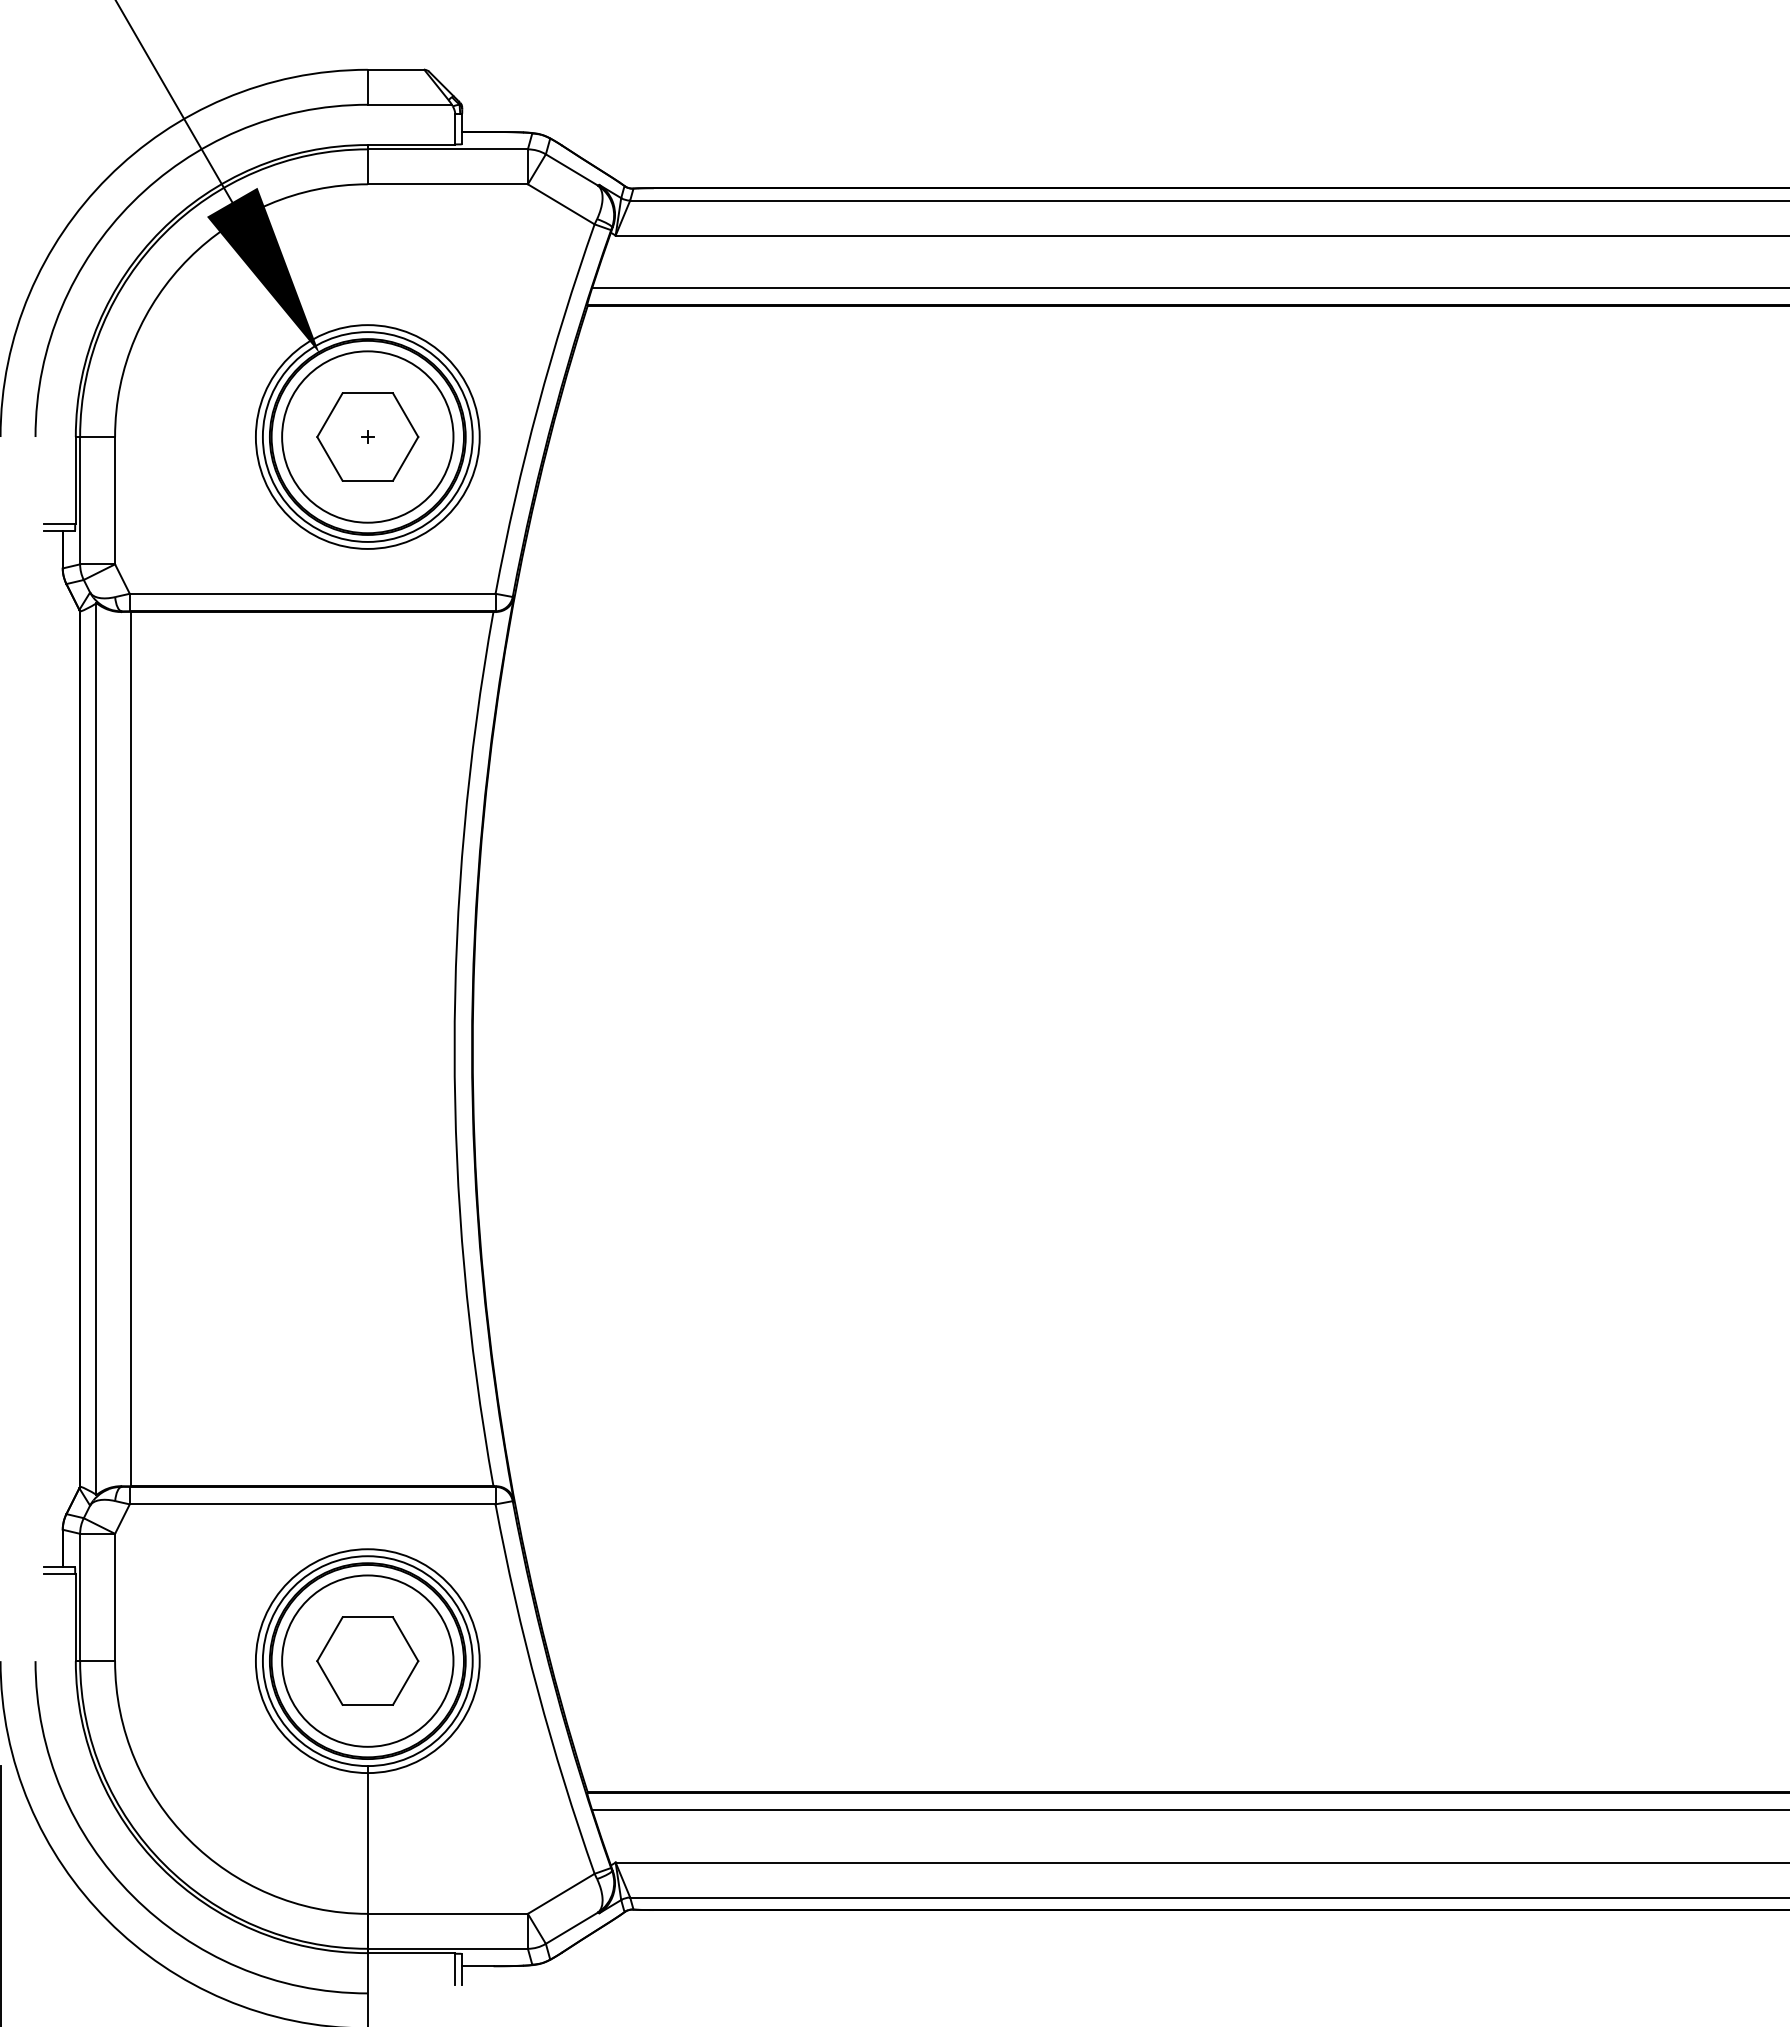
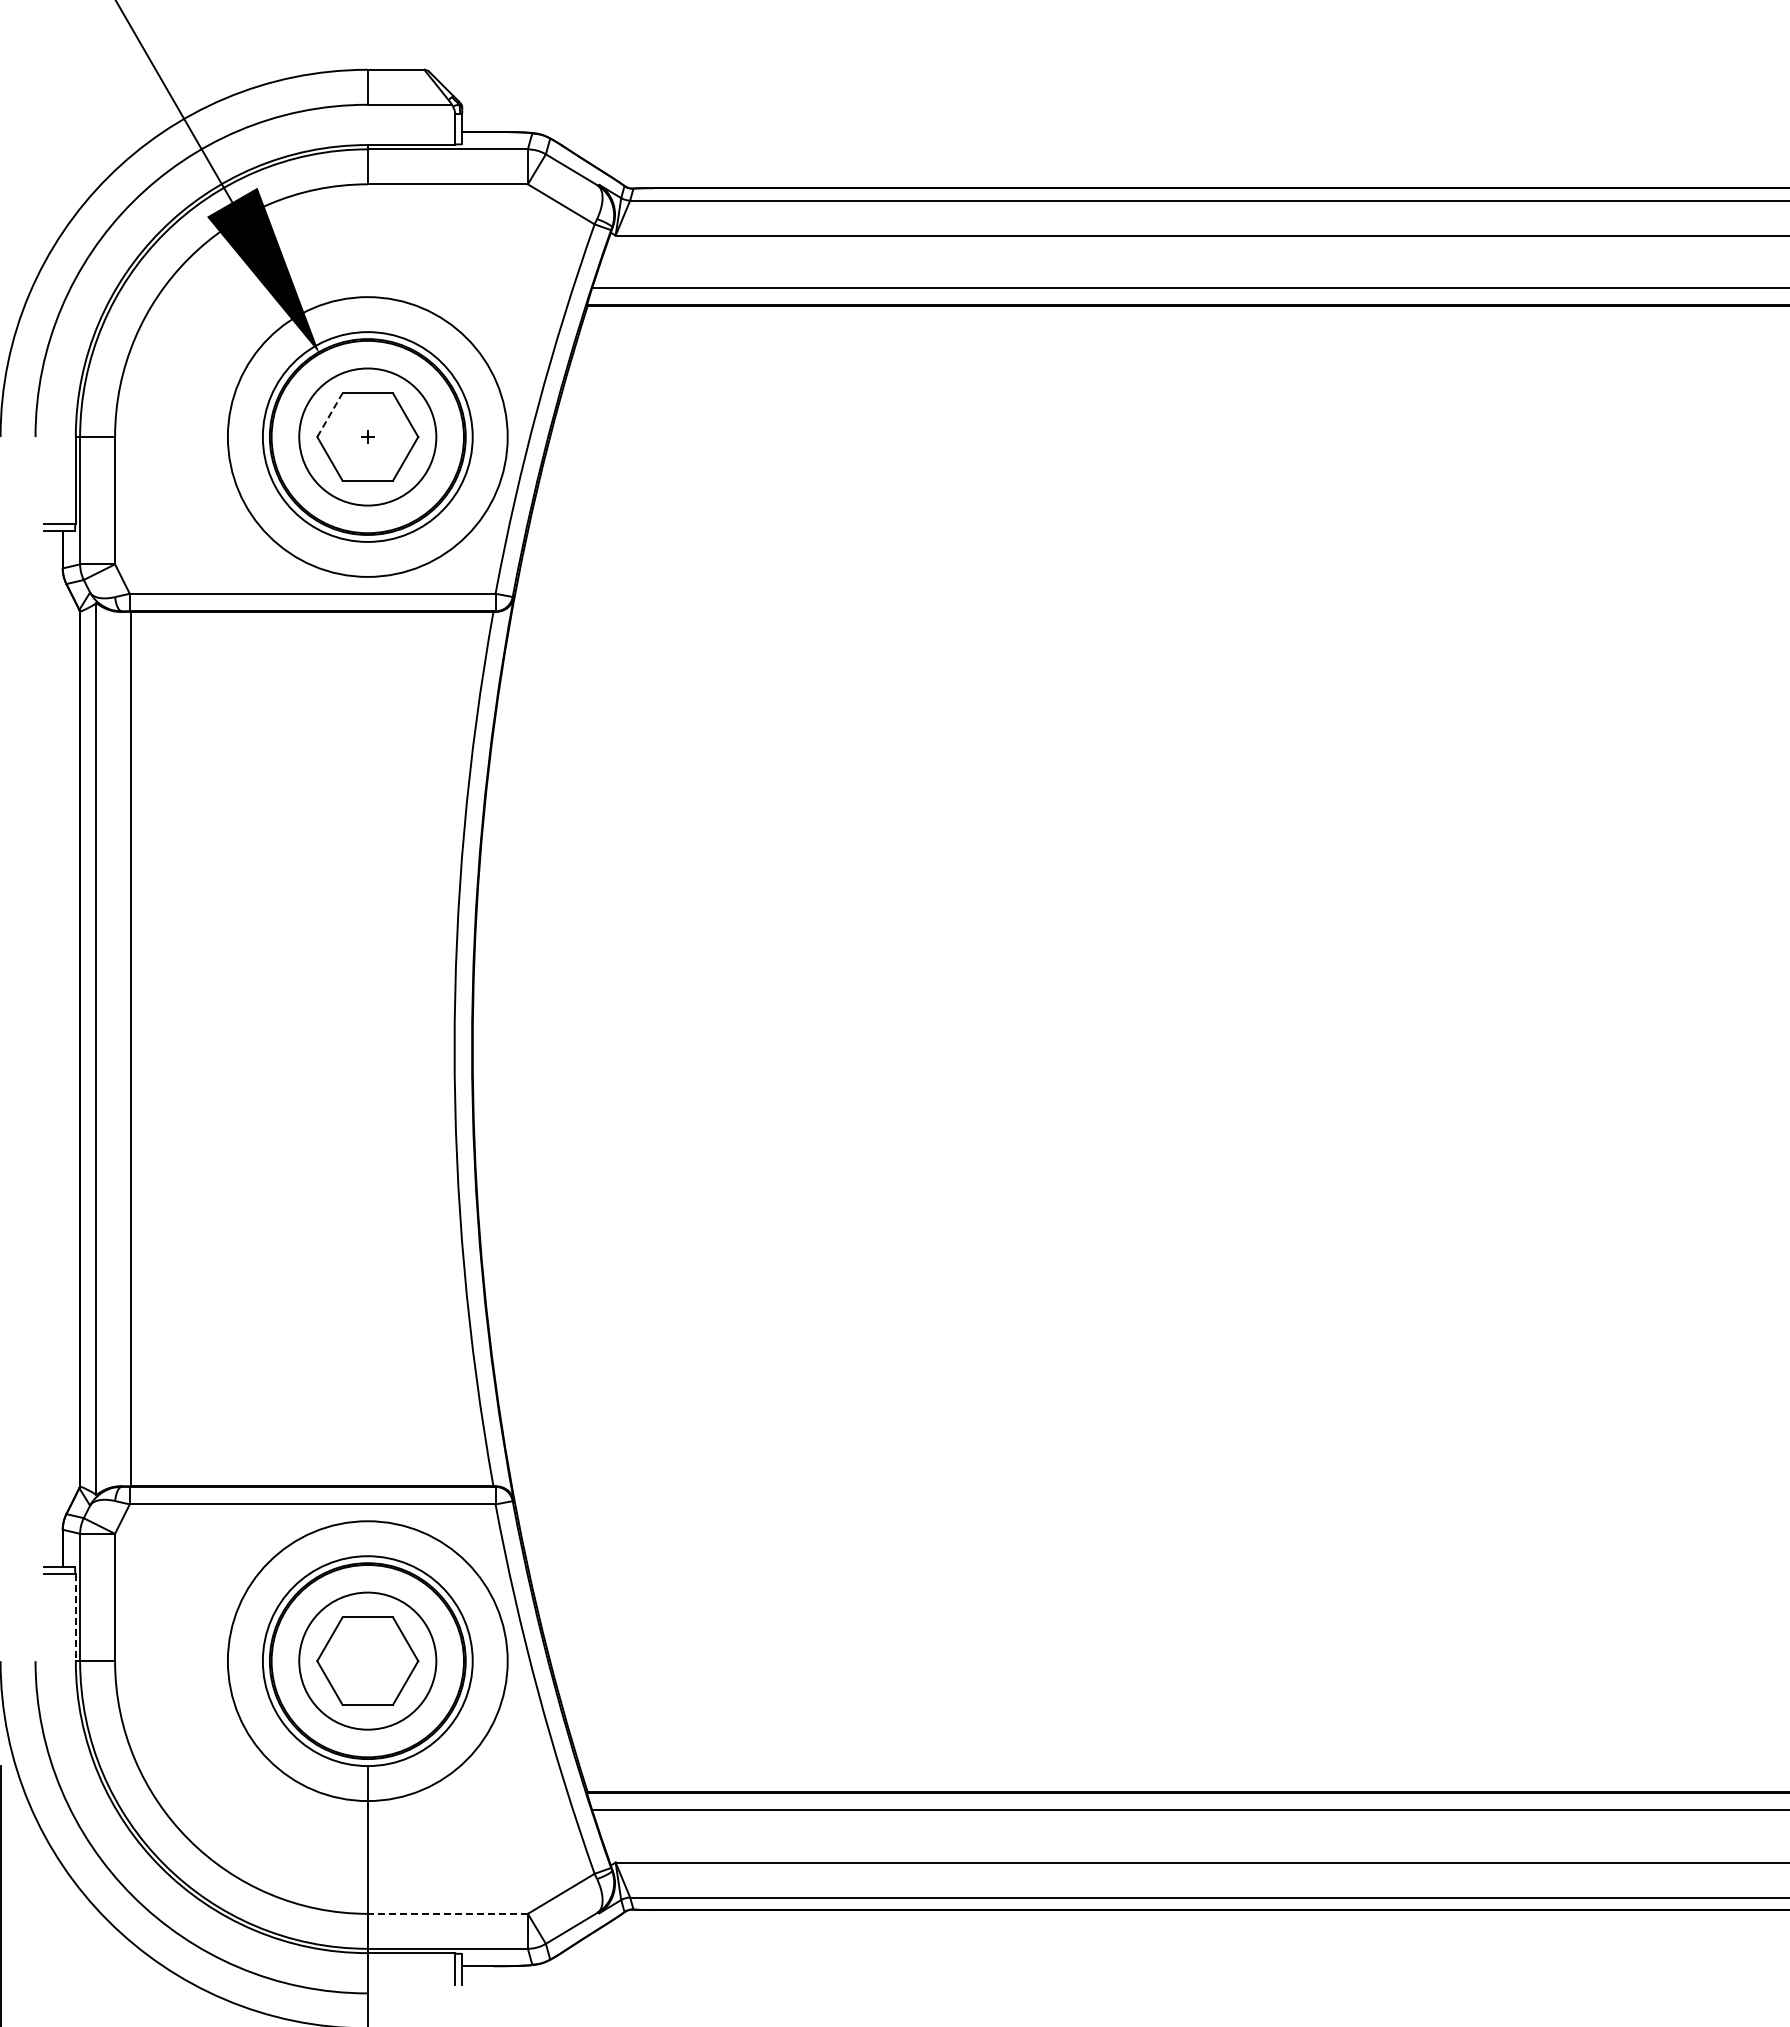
line at (330, 414): solid -> dashed
circle at (367, 436) diameter: 171 px -> 137 px
circle at (367, 436) diameter: 224 px -> 280 px
line at (75, 1617): solid -> dashed
circle at (367, 1660) diameter: 171 px -> 137 px
circle at (367, 1661) diameter: 224 px -> 280 px
line at (447, 1913): solid -> dashed
